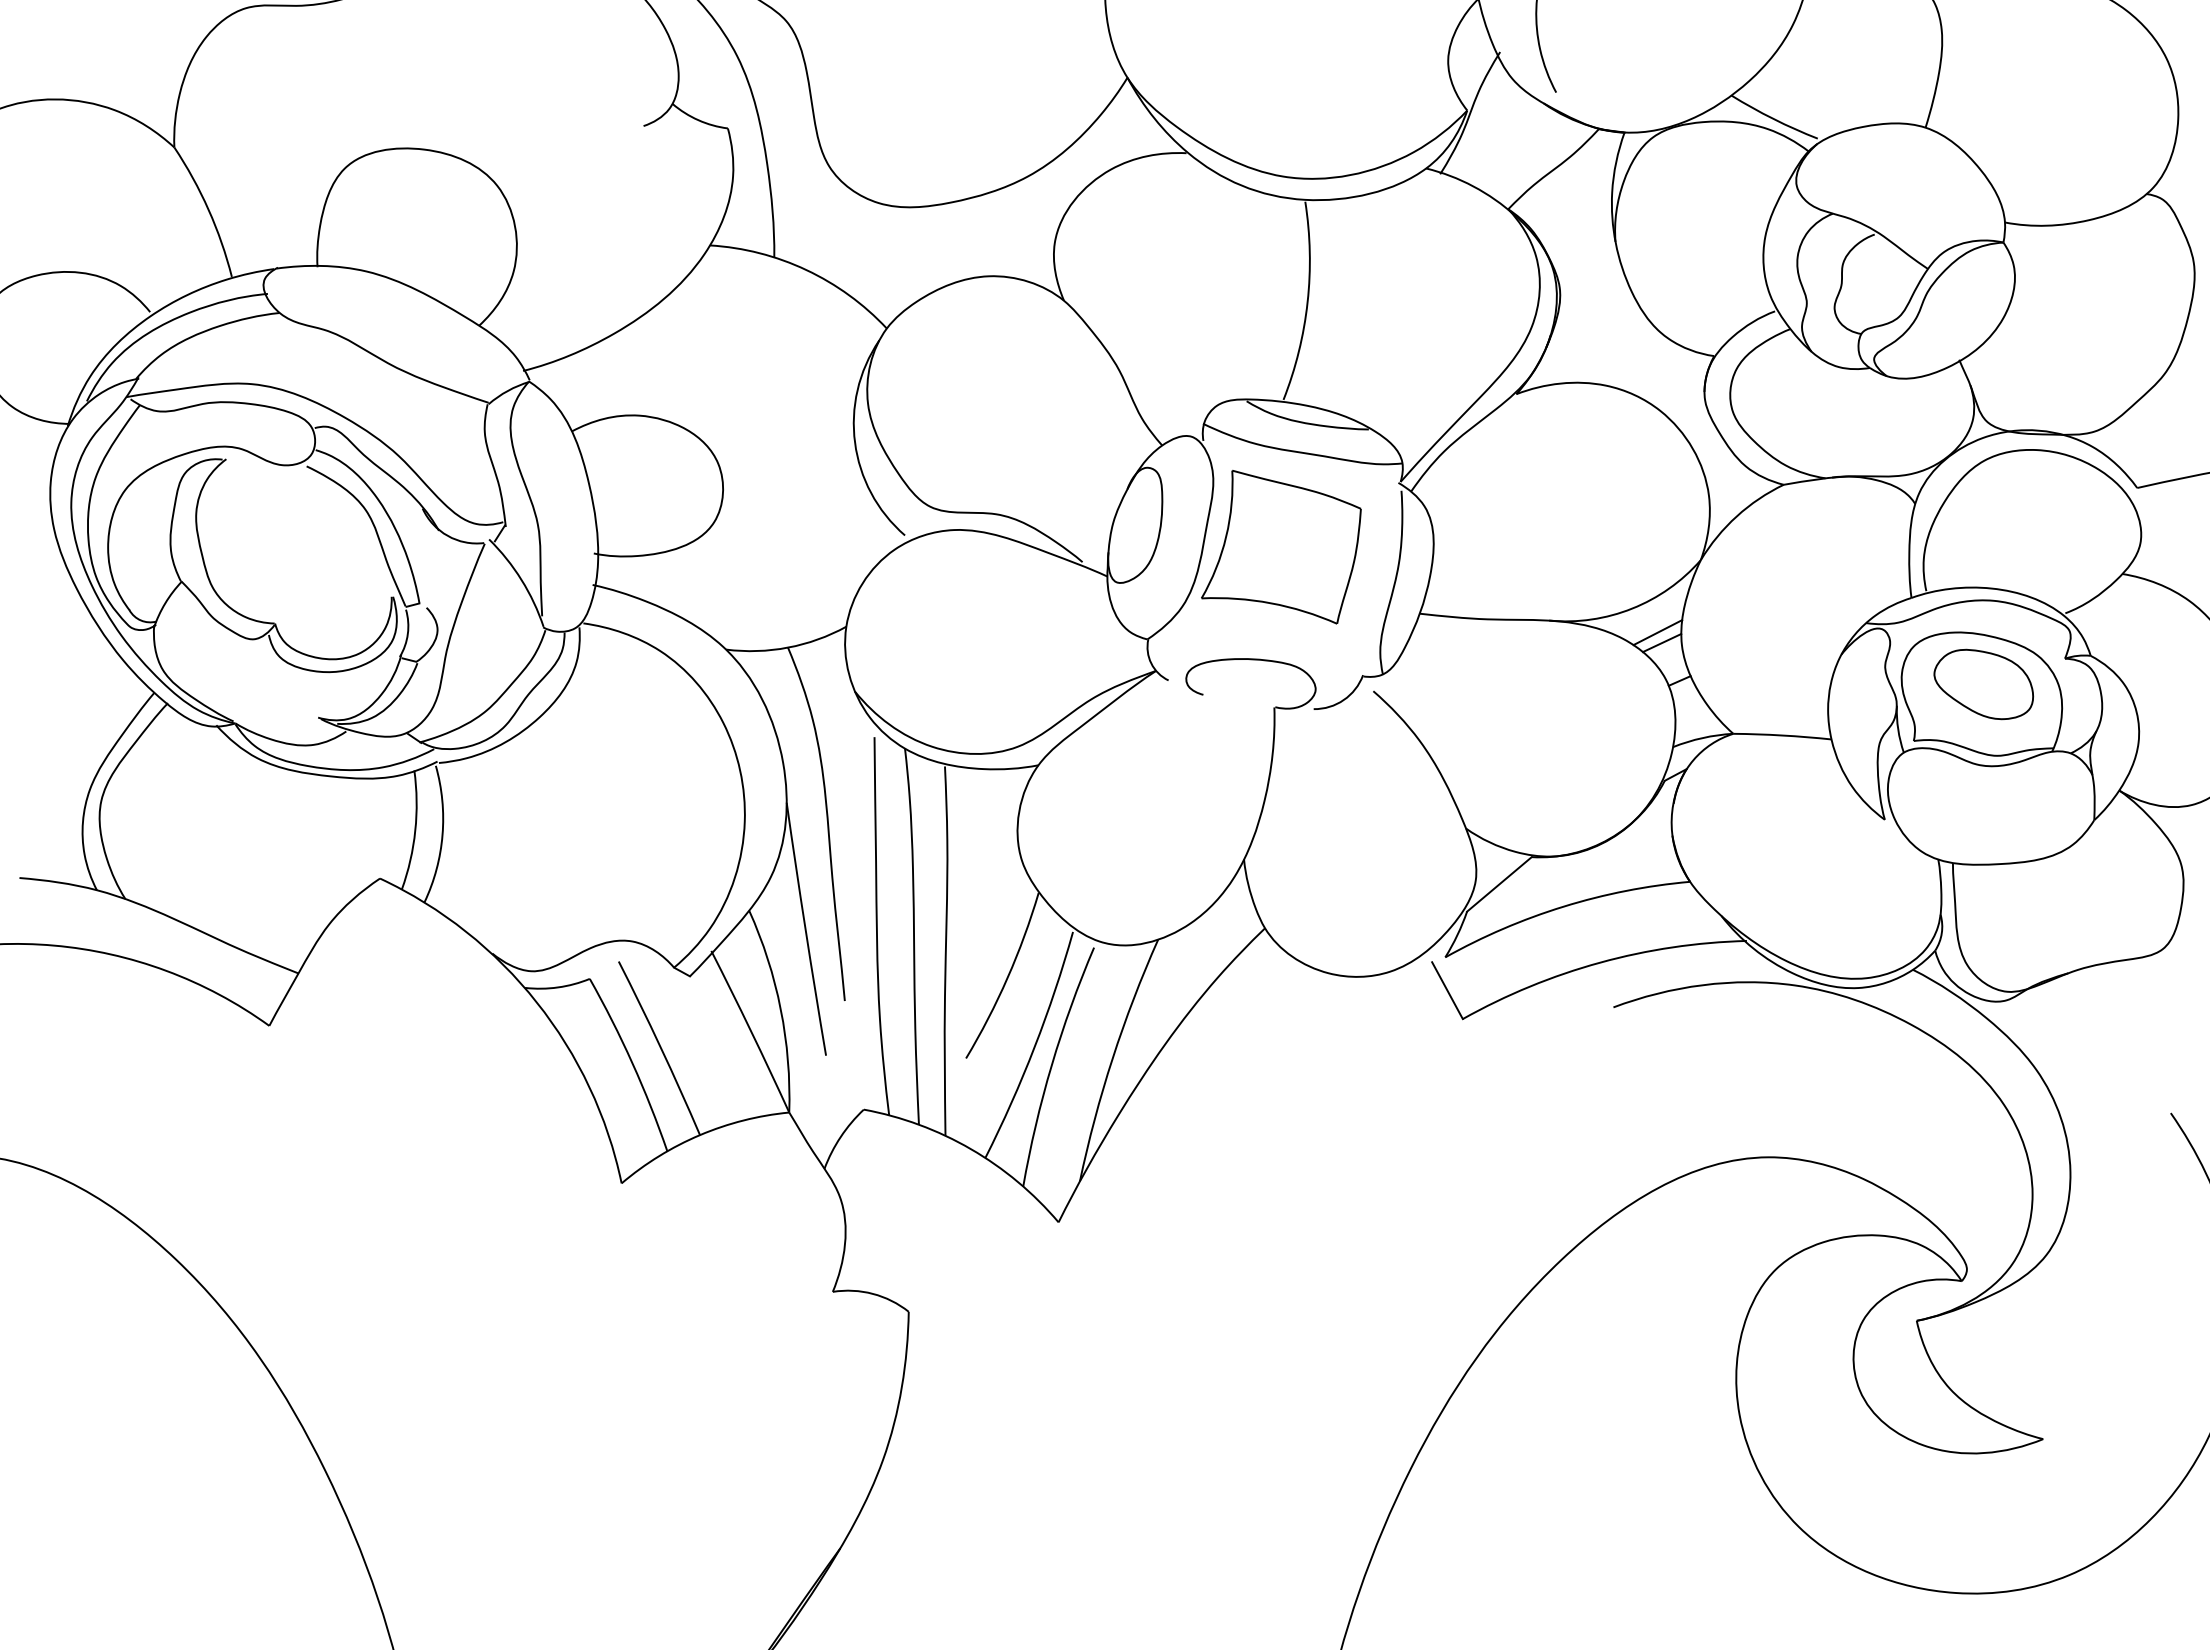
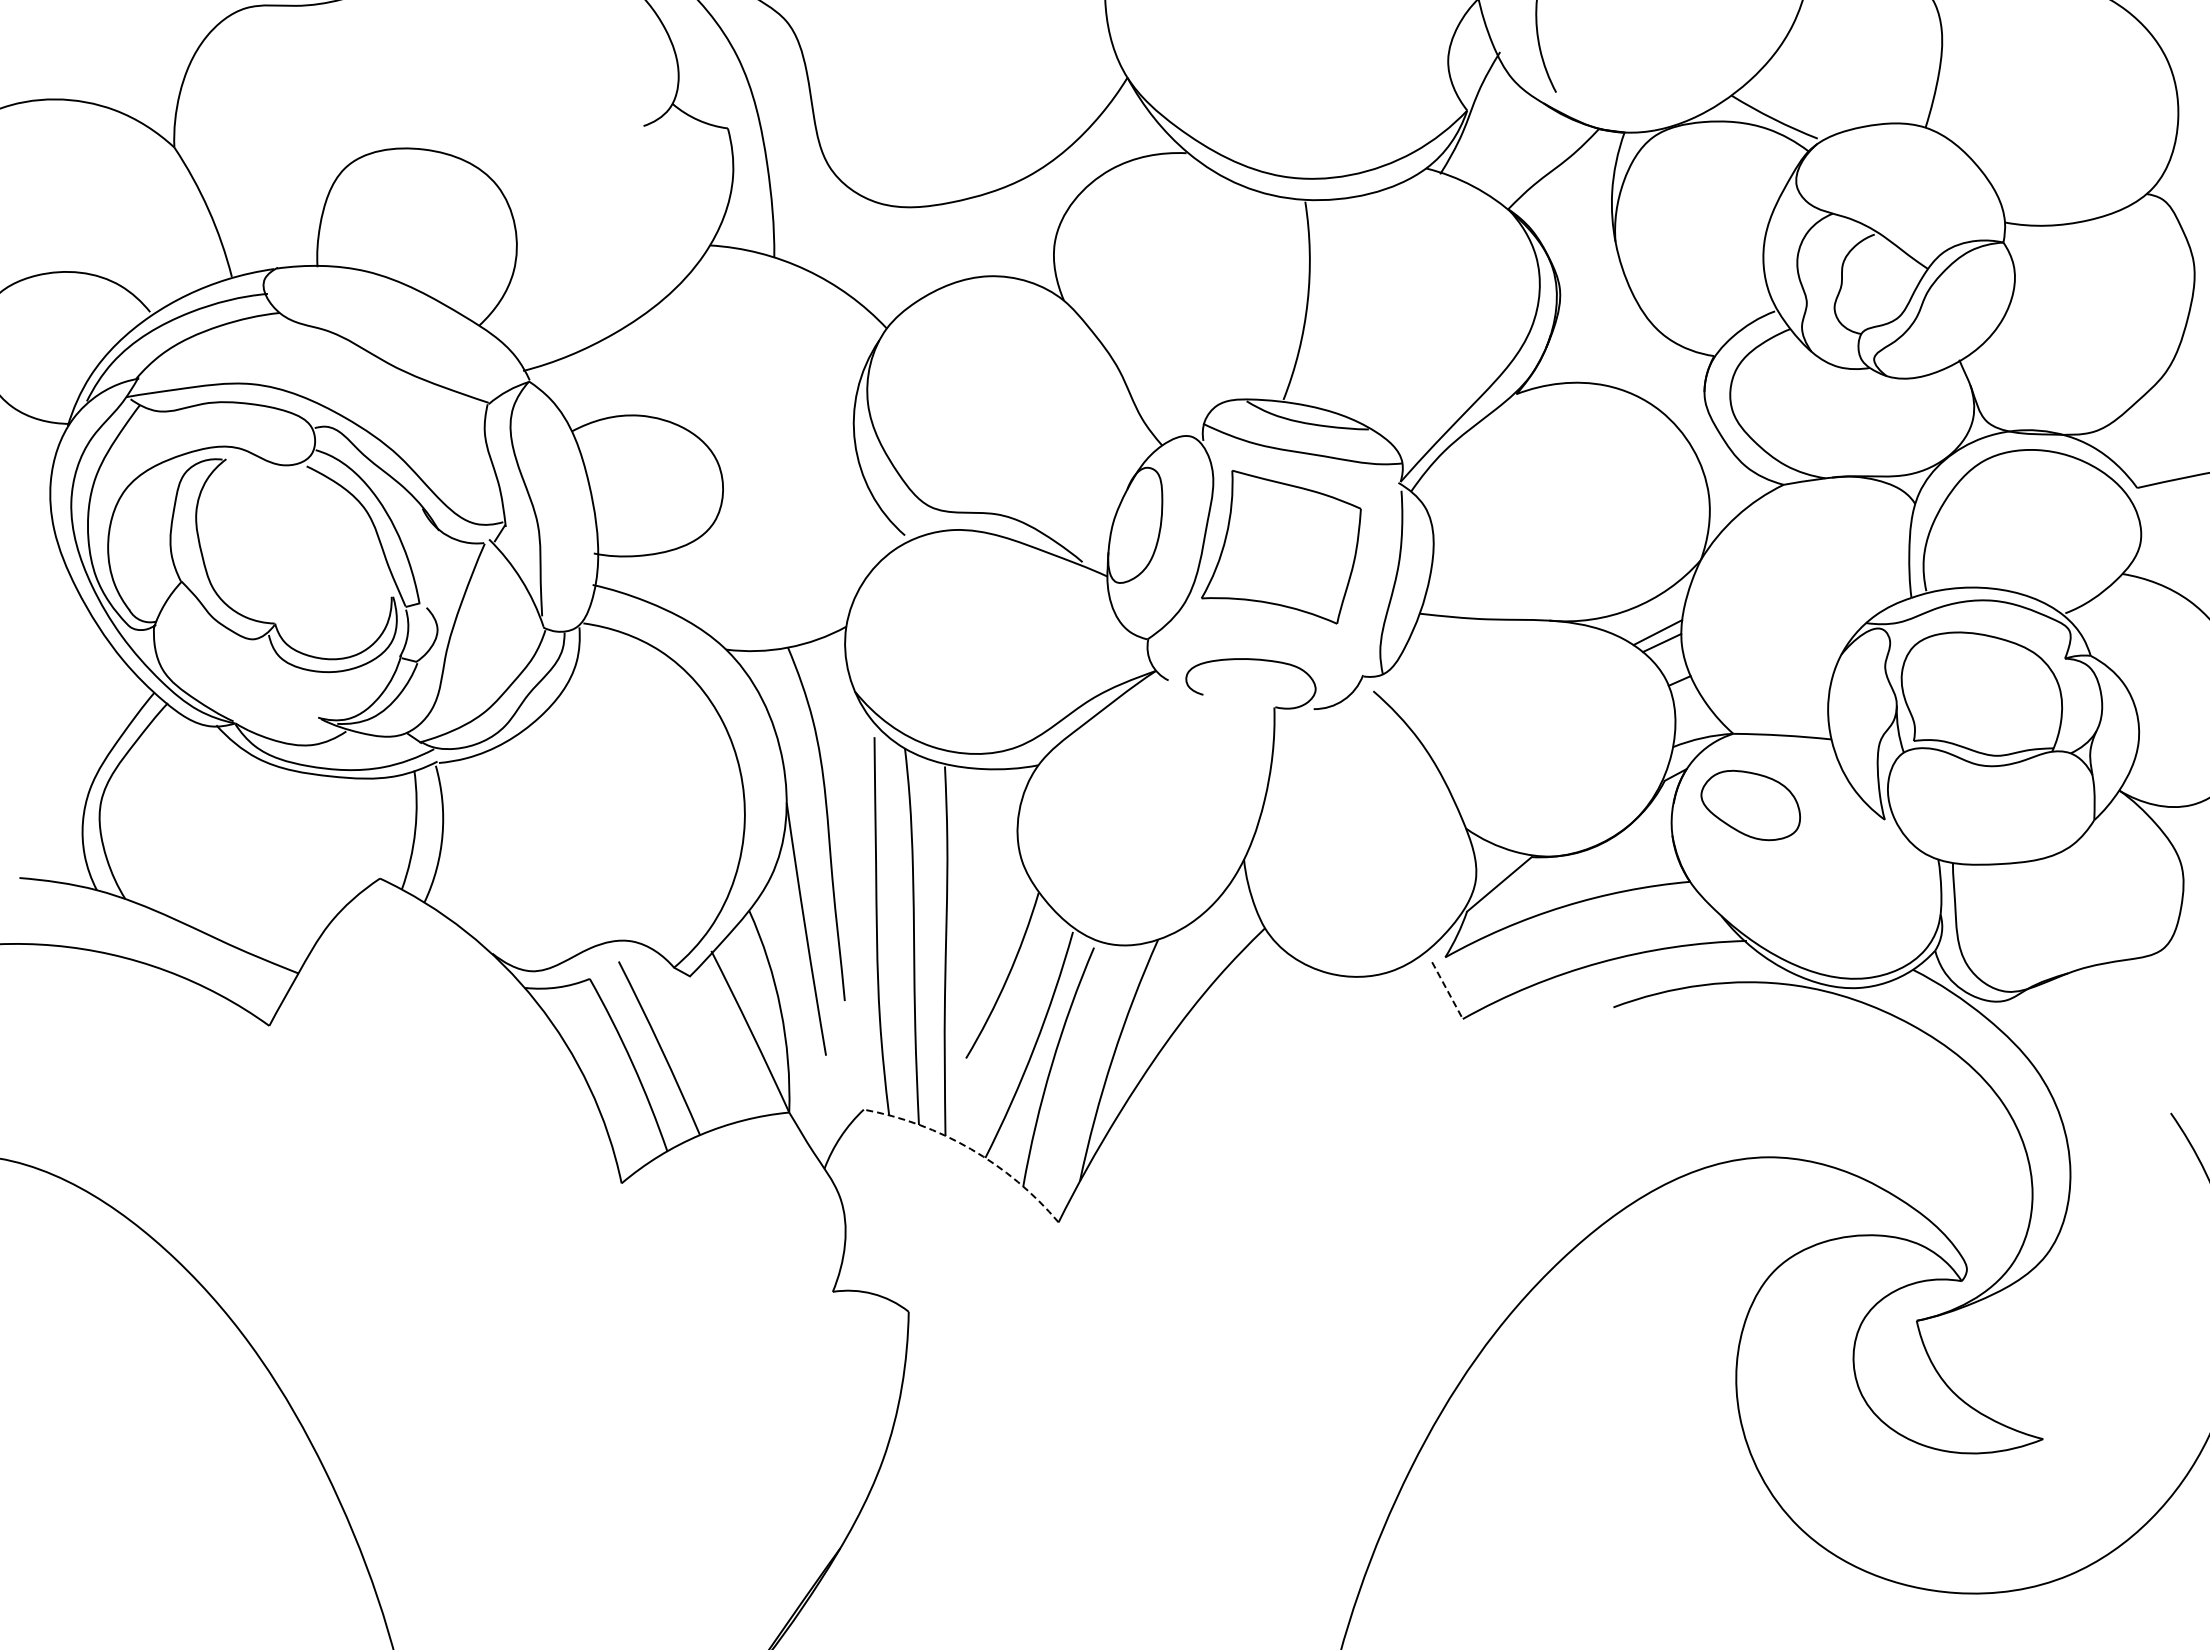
part at (1983, 684) position: (1983, 684) -> (1750, 805)
line at (1447, 991): solid -> dashed
arc at (970, 1149): solid -> dashed
